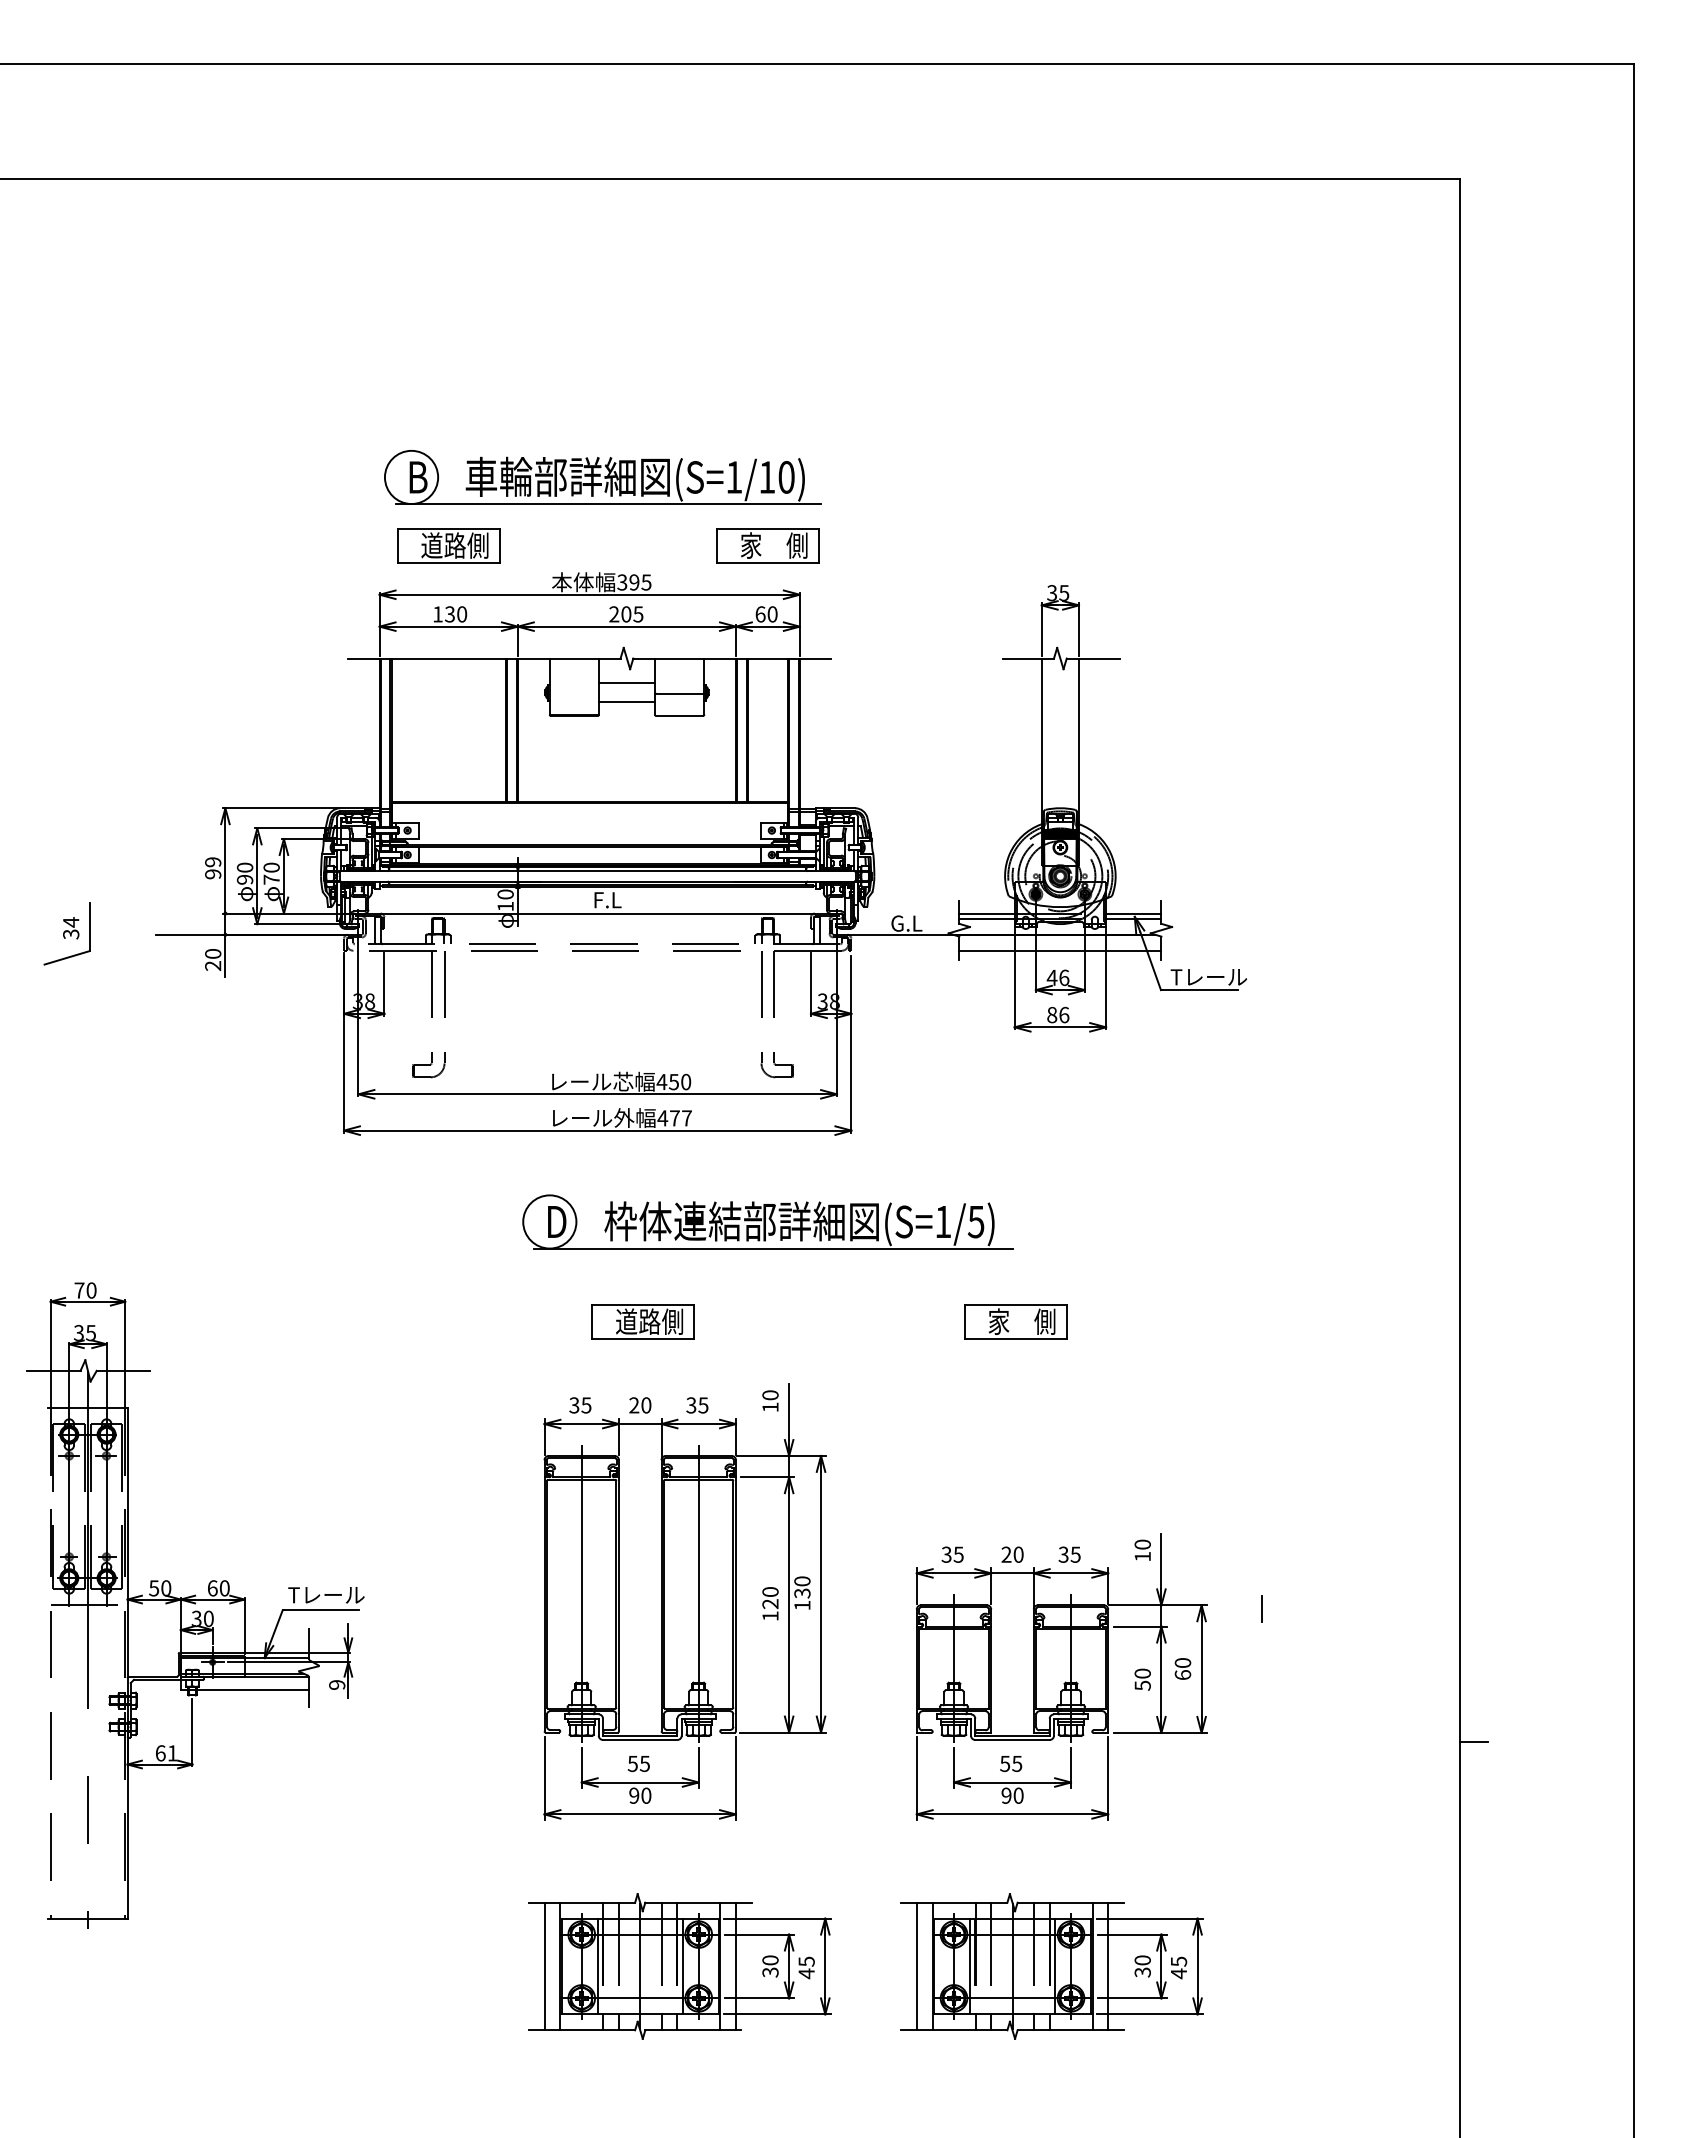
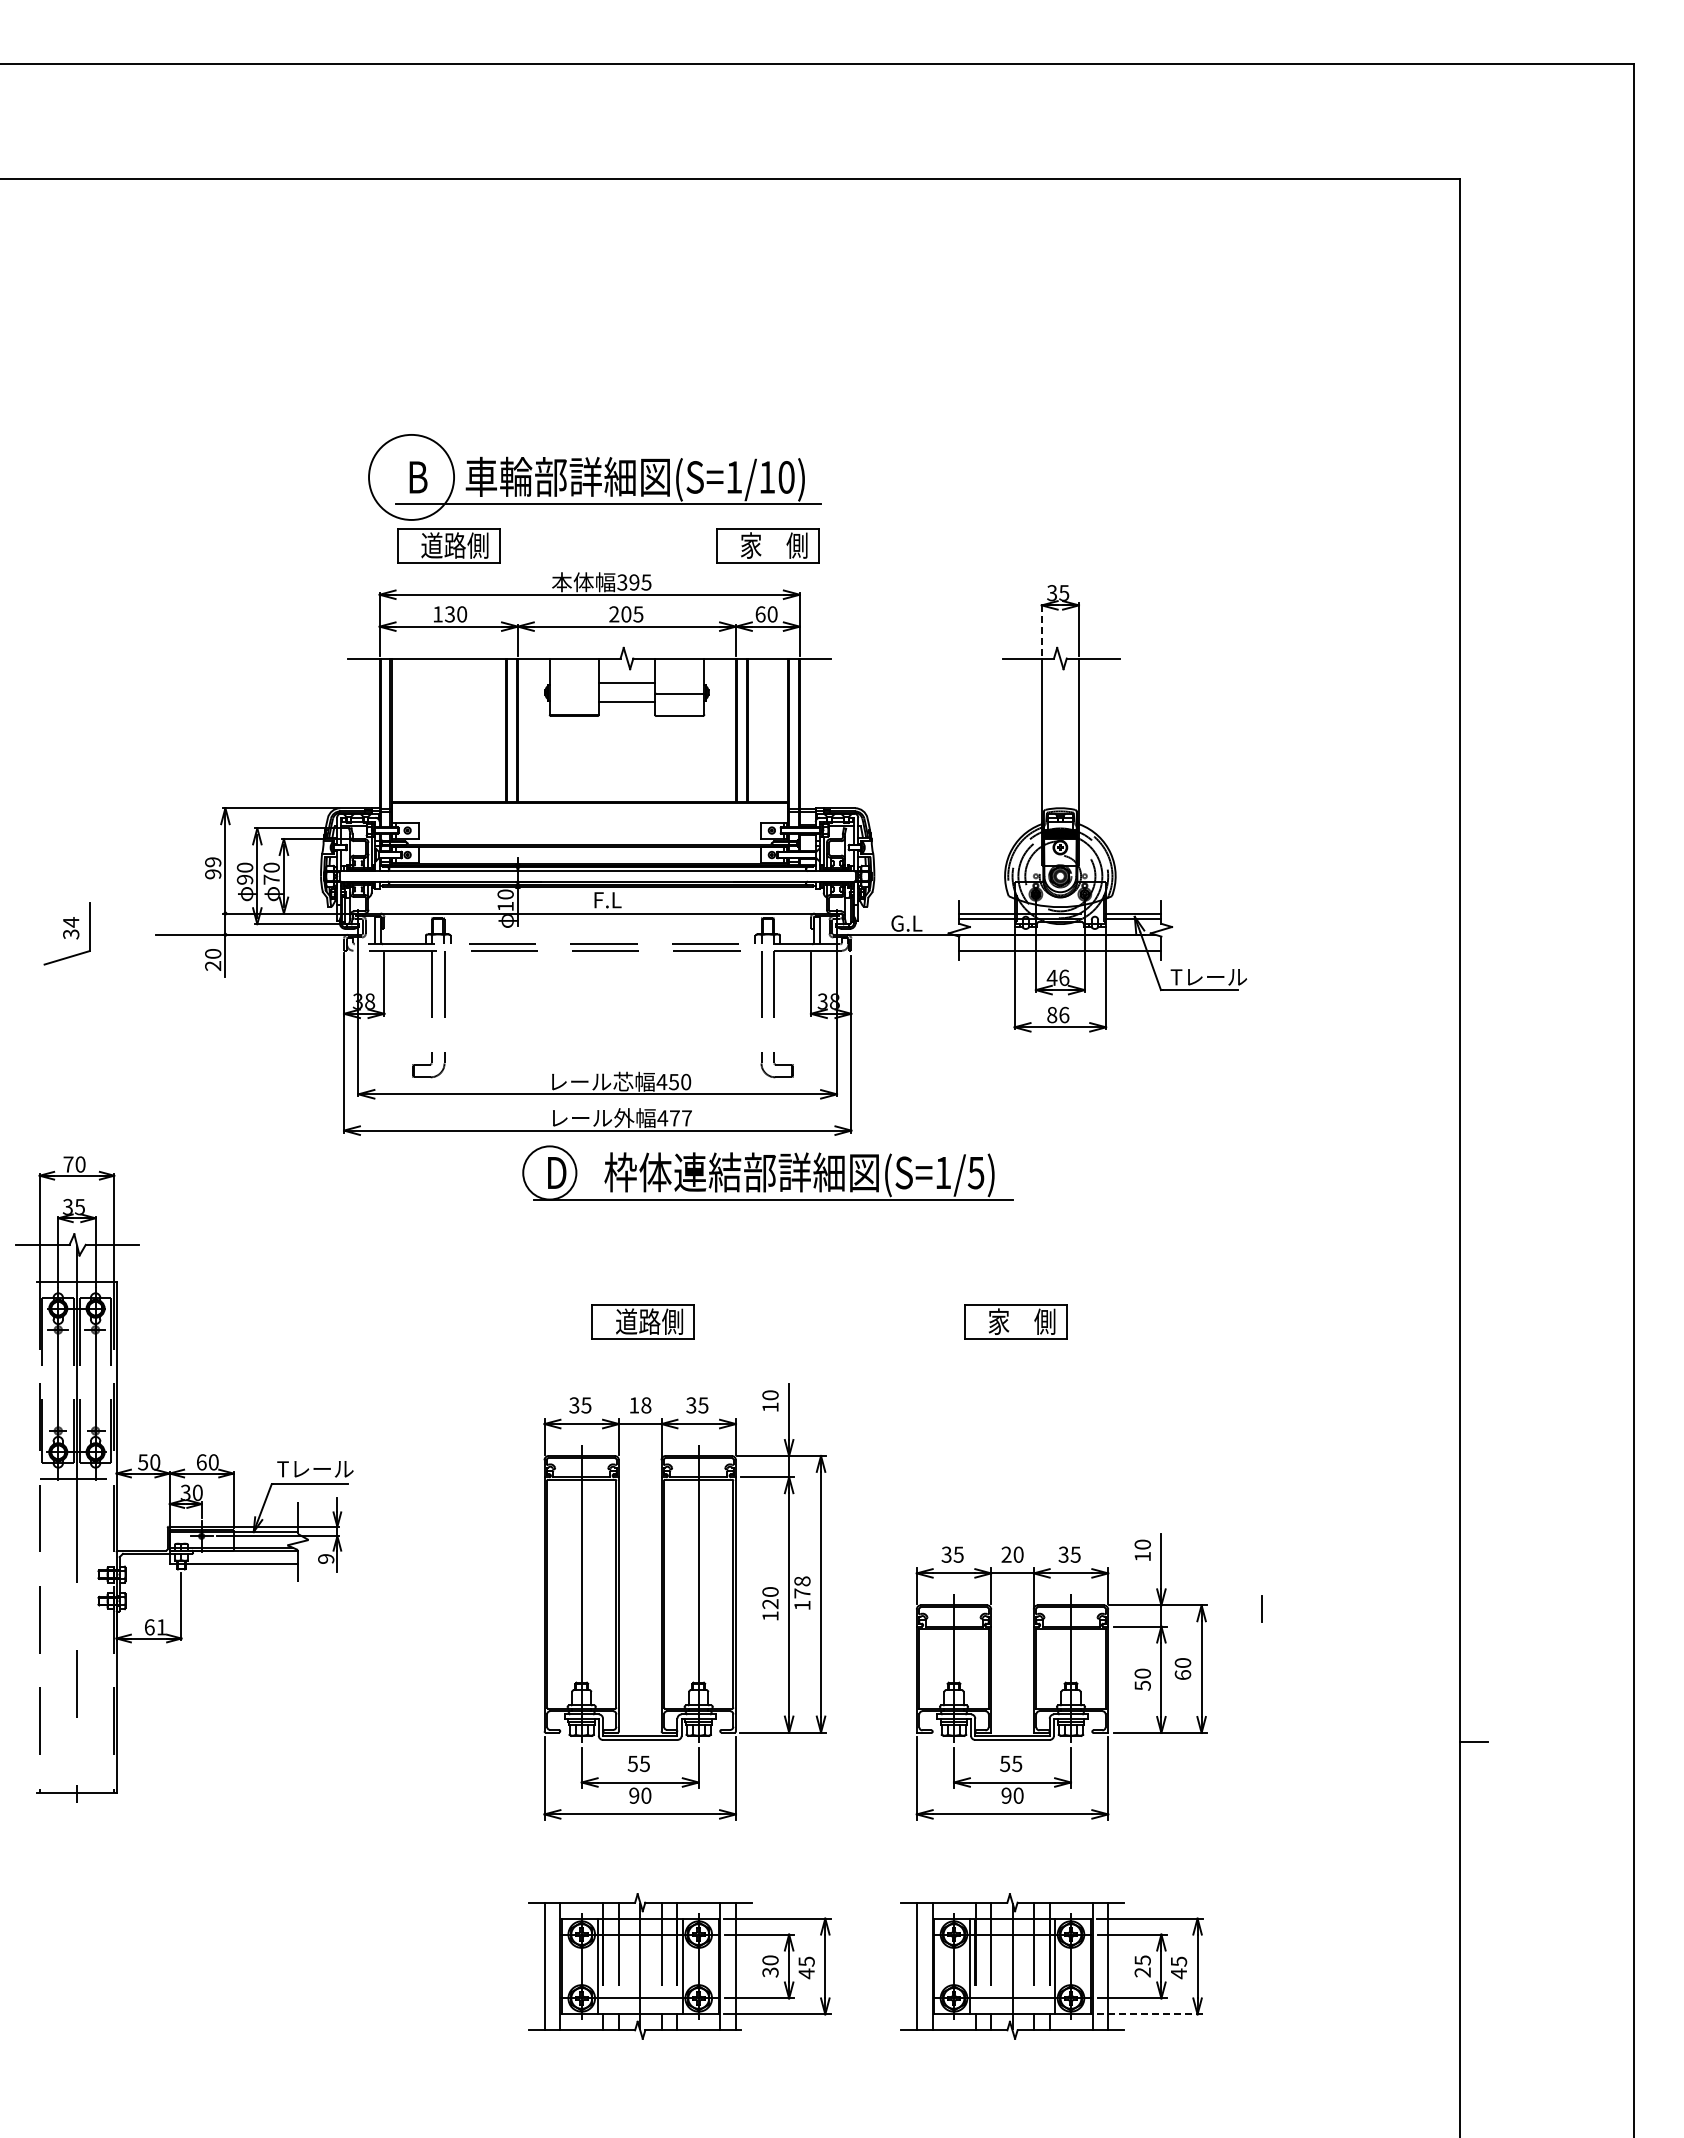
circle at (411, 477) diameter: 53 px -> 85 px
line at (1041, 629): solid -> dashed
part at (767, 1221) position: (767, 1221) -> (767, 1172)
text at (640, 1405): 20 -> 18
text at (802, 1587): 130 -> 178
part at (195, 1605) position: (195, 1605) -> (184, 1479)
text at (1142, 1966): 30 -> 25
line at (1150, 2014): solid -> dashed
